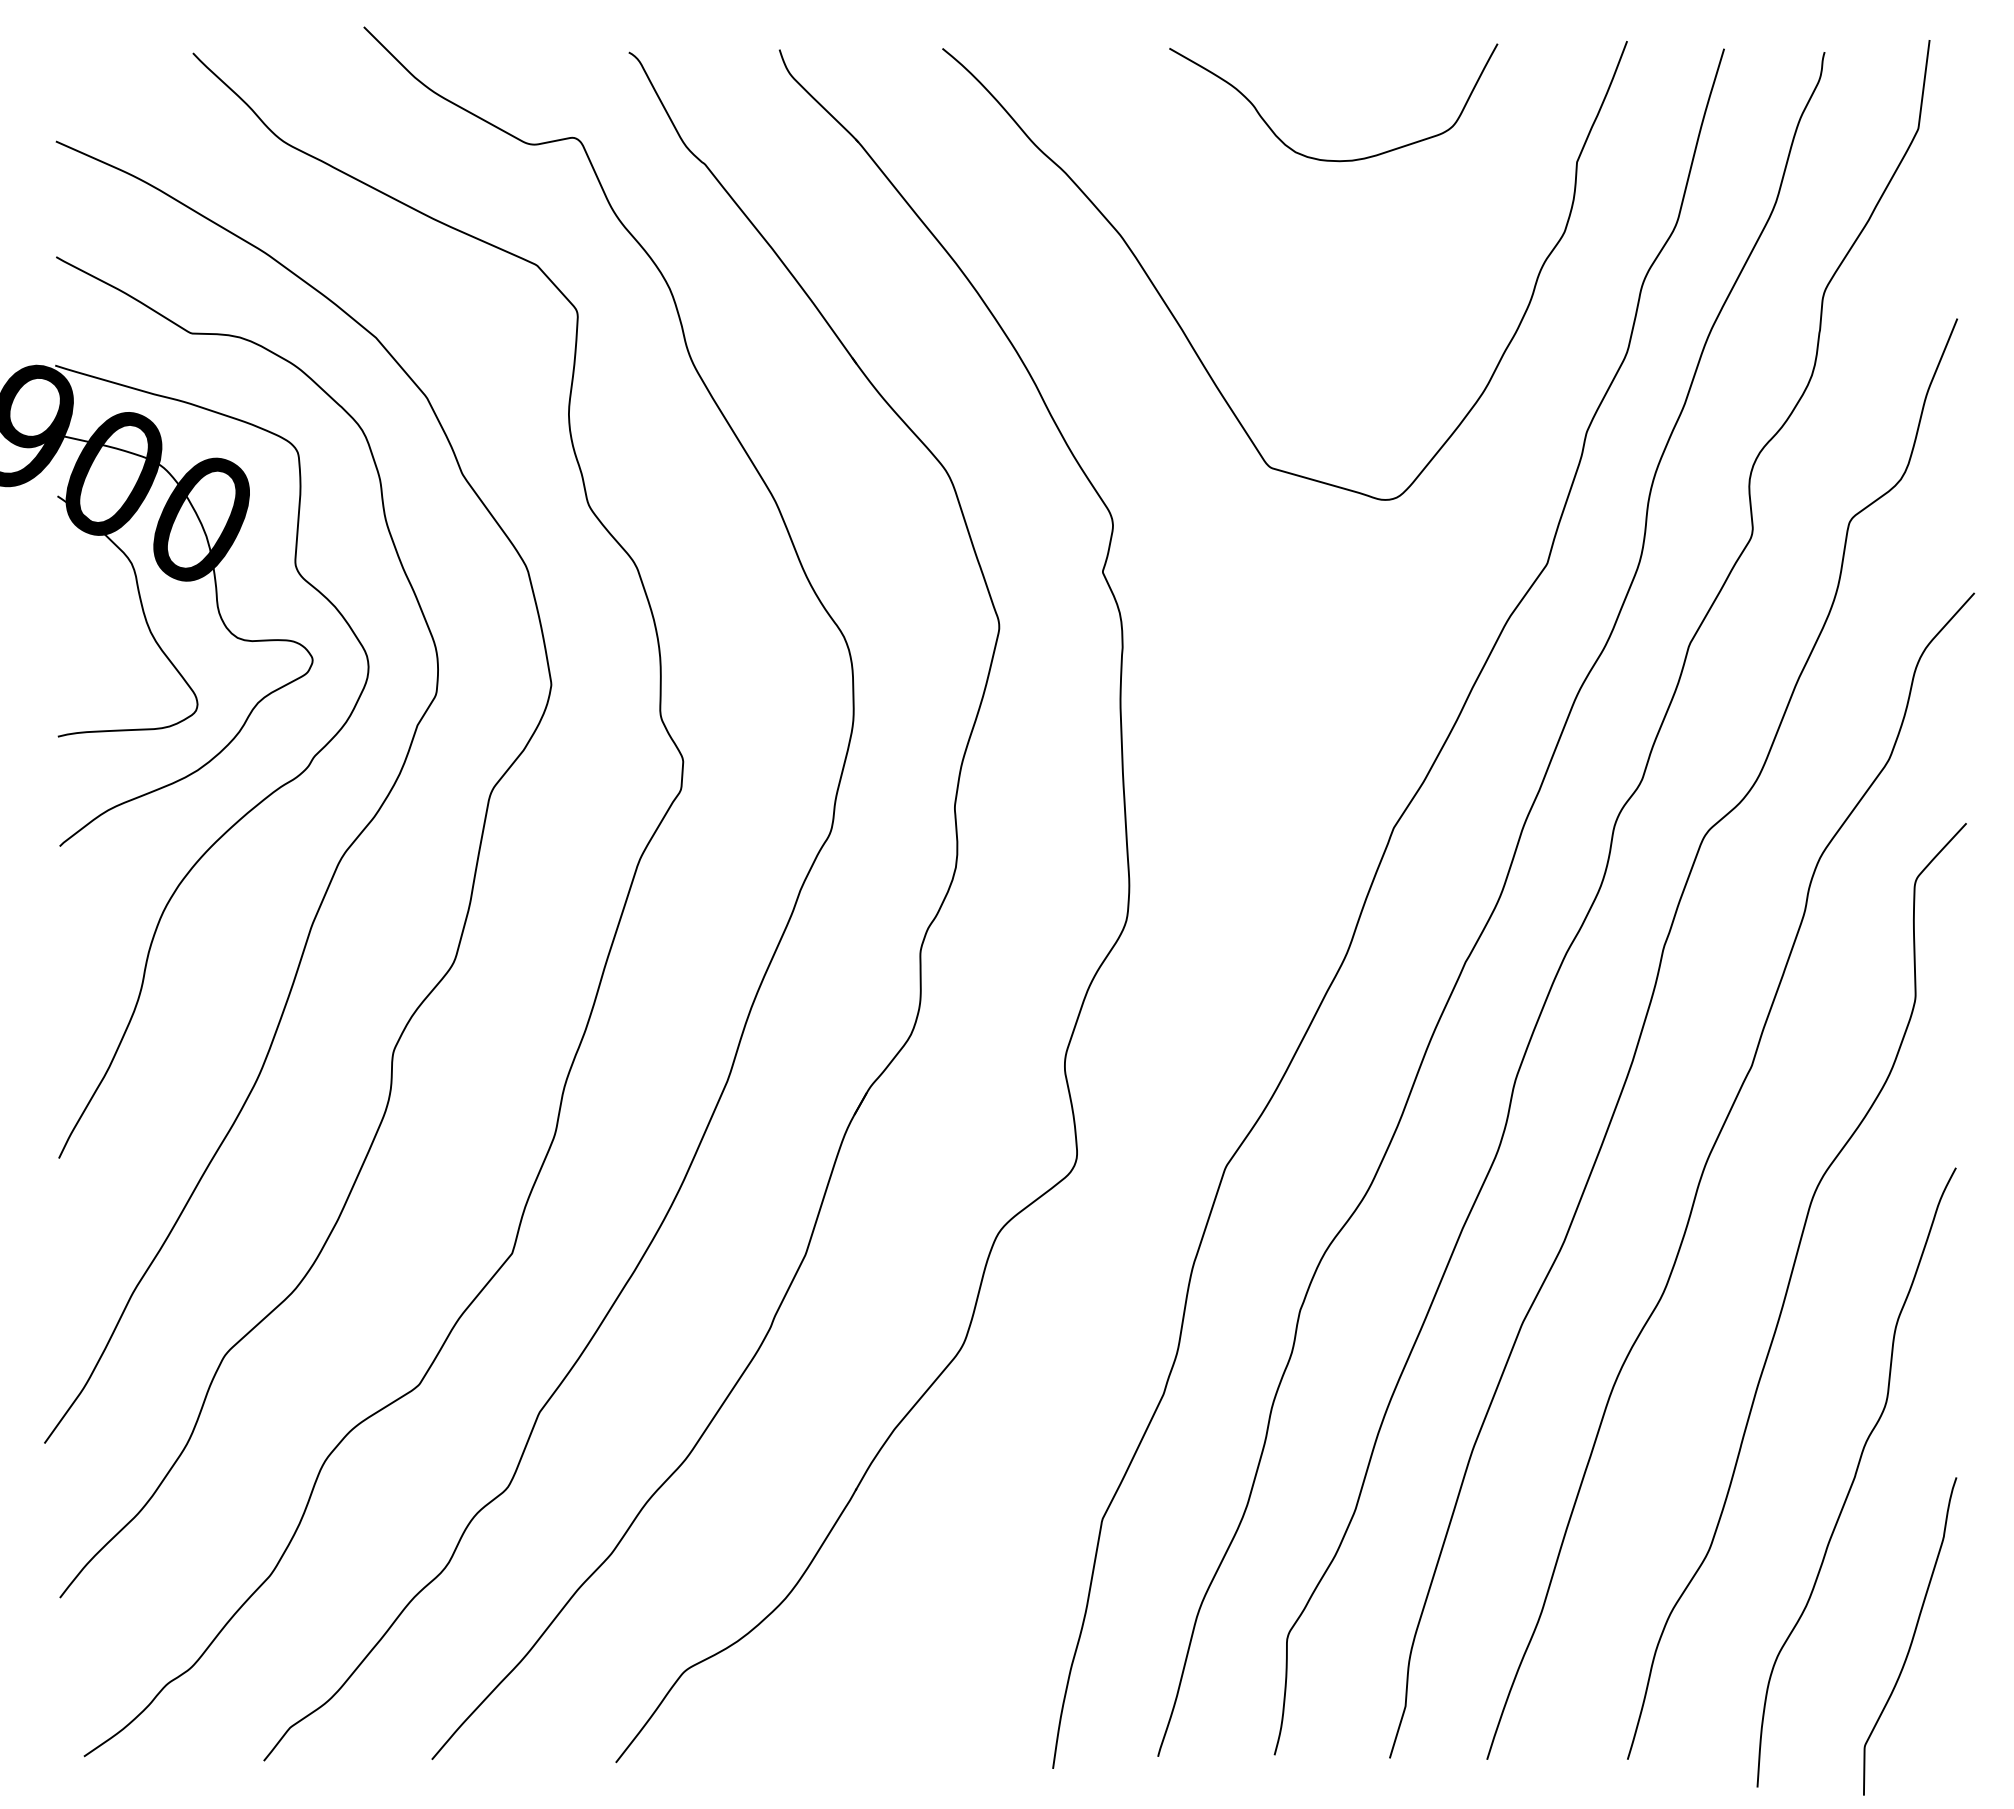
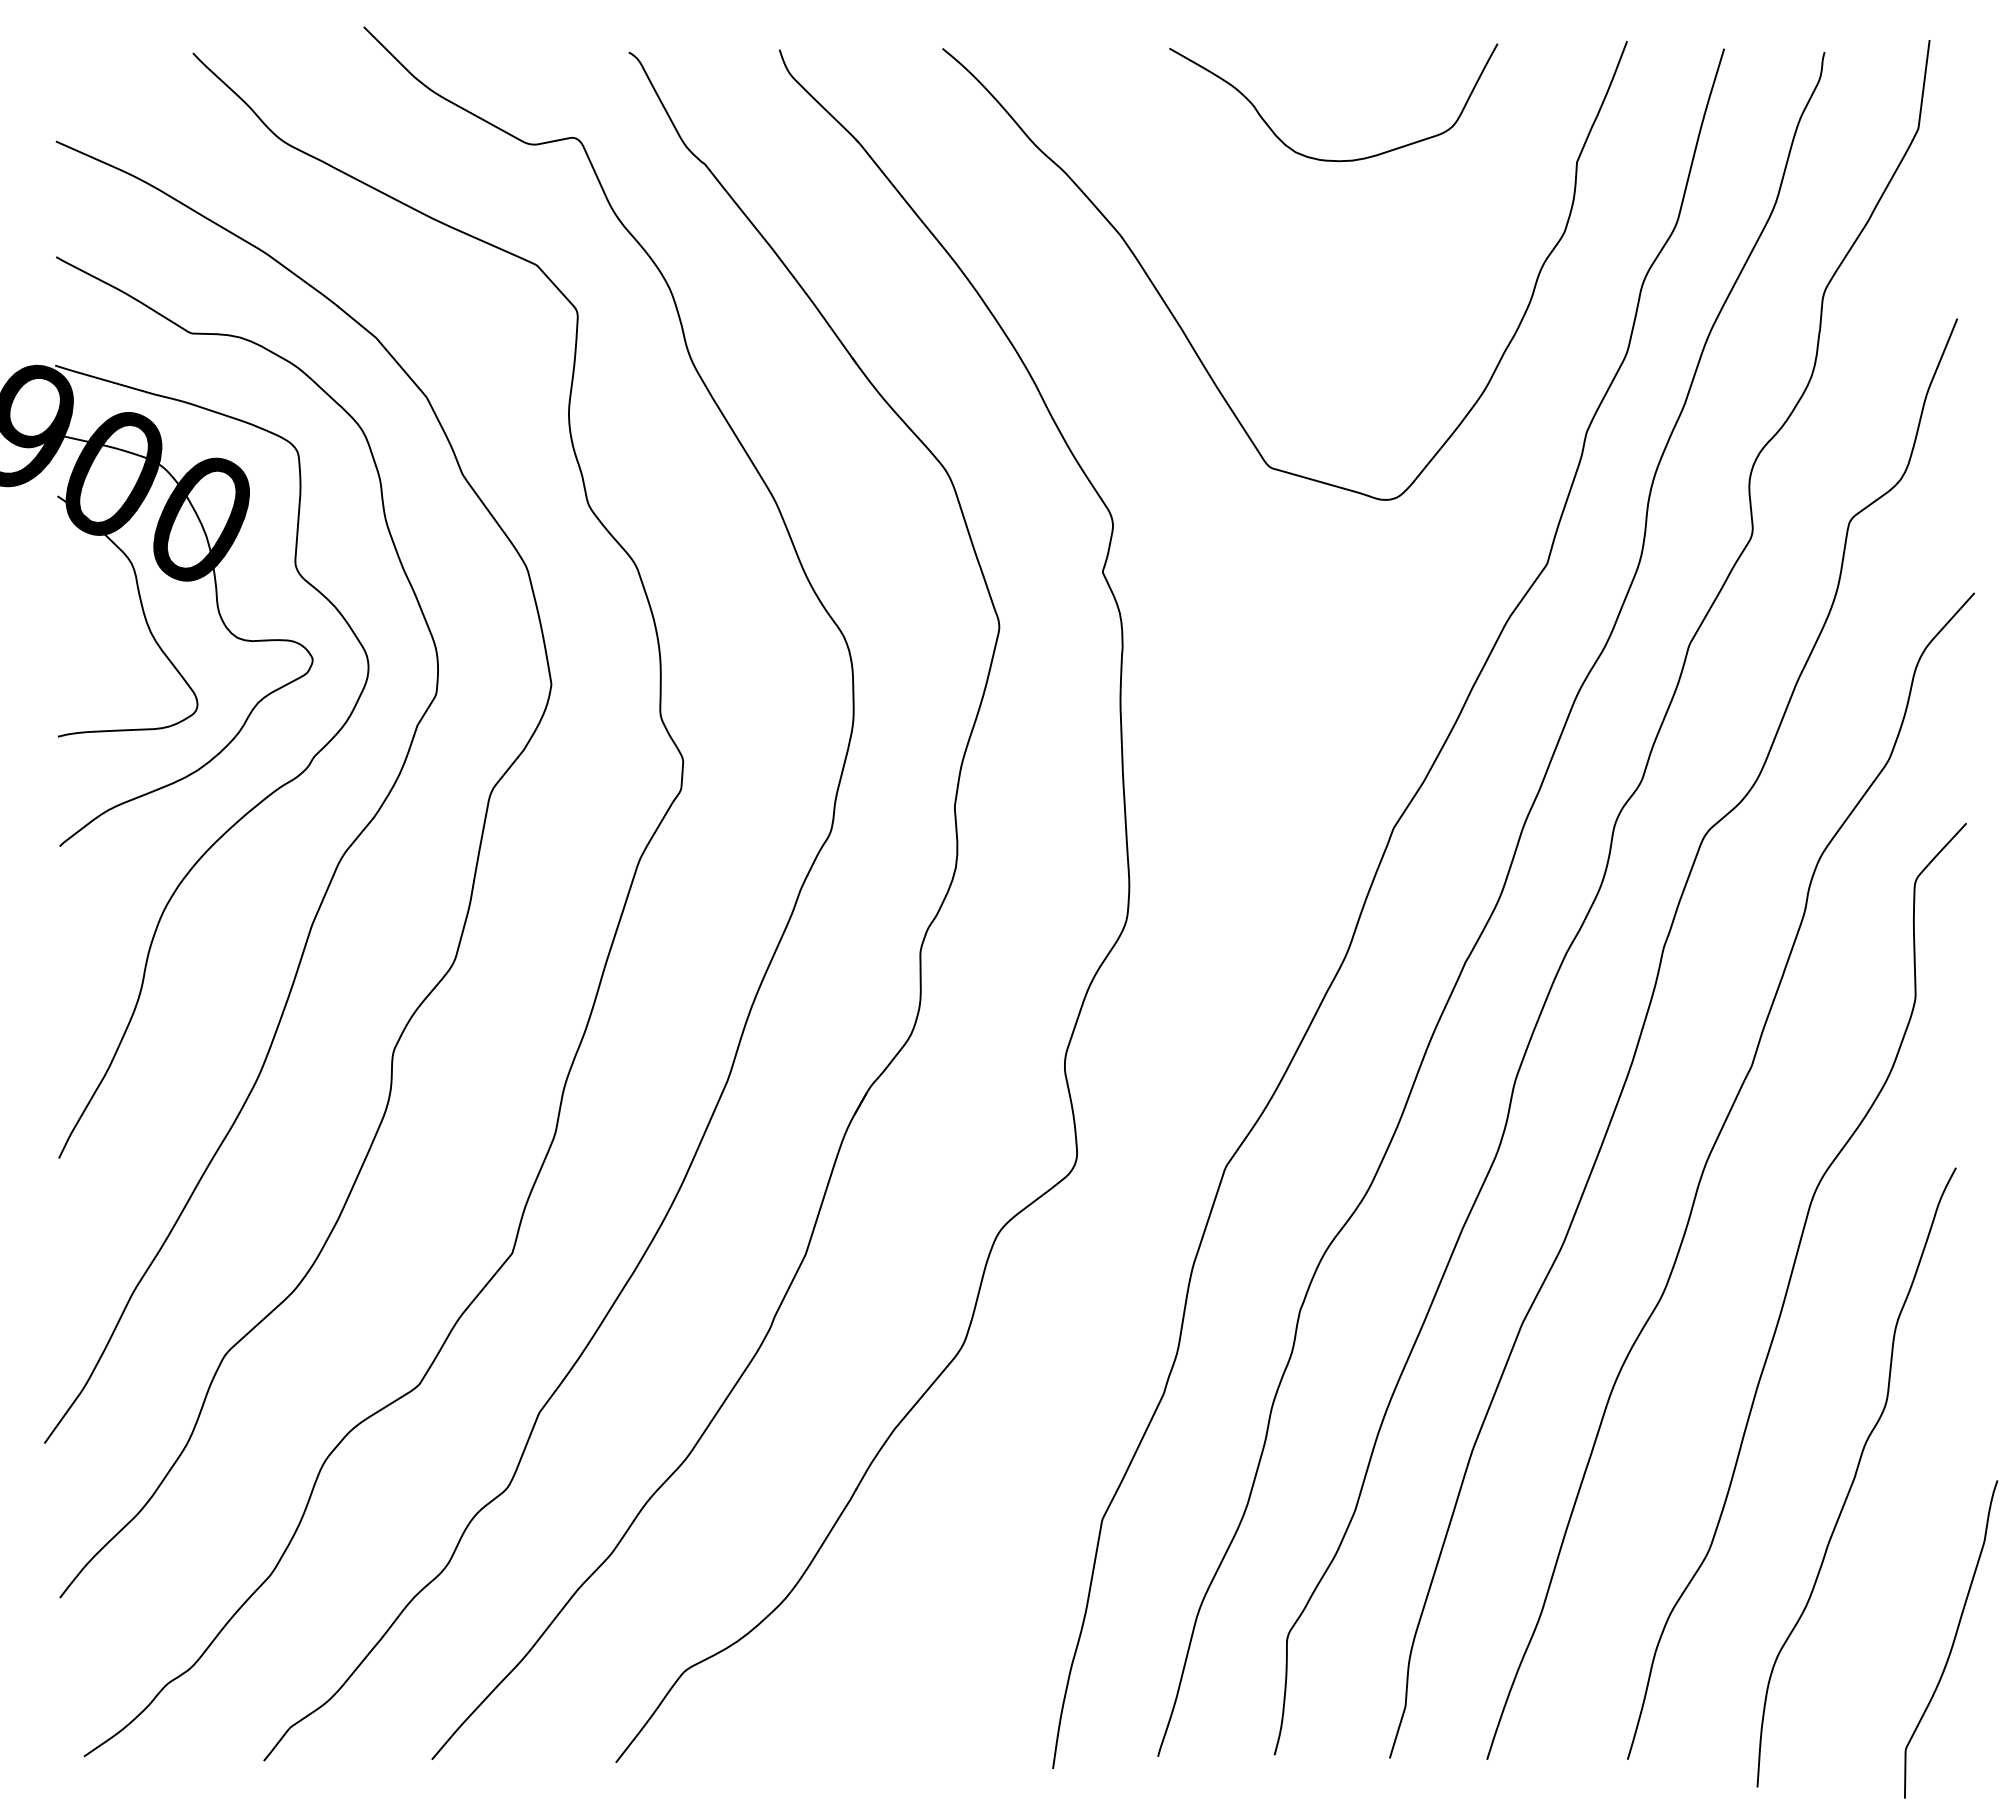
curve at (1912, 1636) position: (1912, 1636) -> (1953, 1639)
